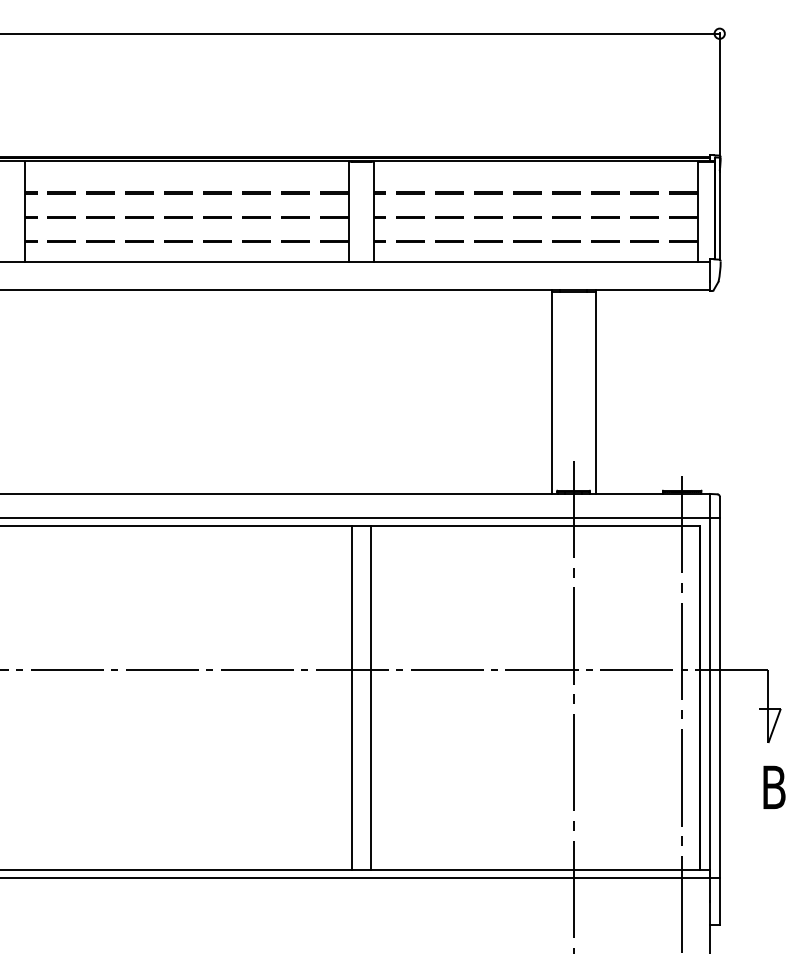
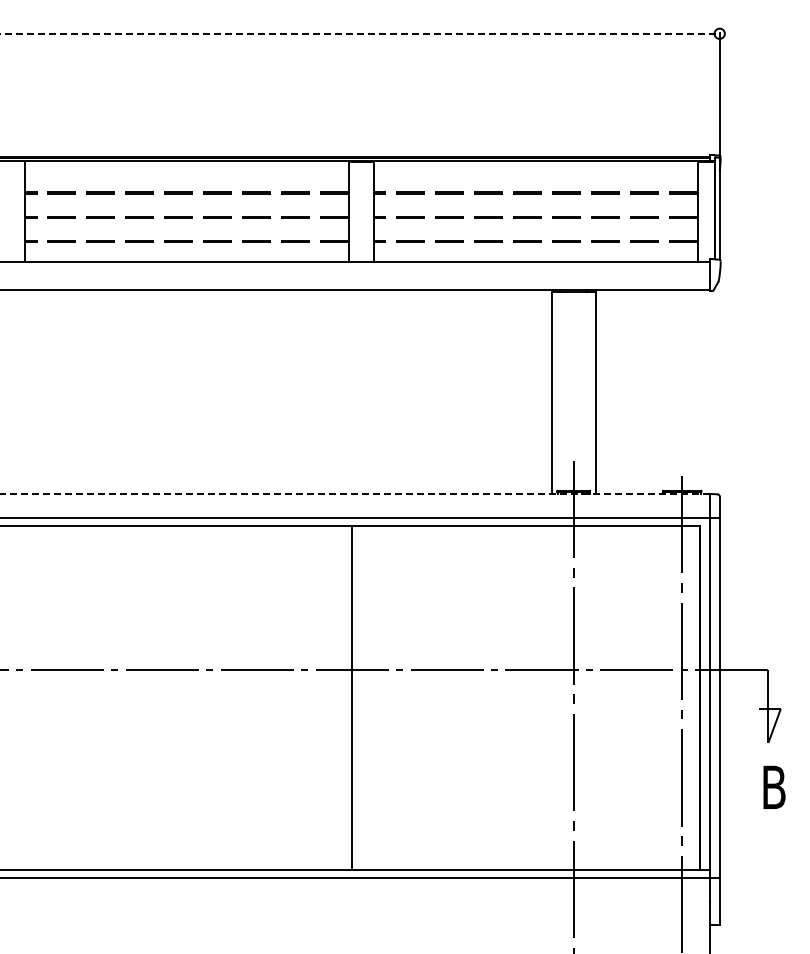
line at (360, 33): solid -> dashed
line at (354, 494): solid -> dashed
line at (371, 697): present -> none
